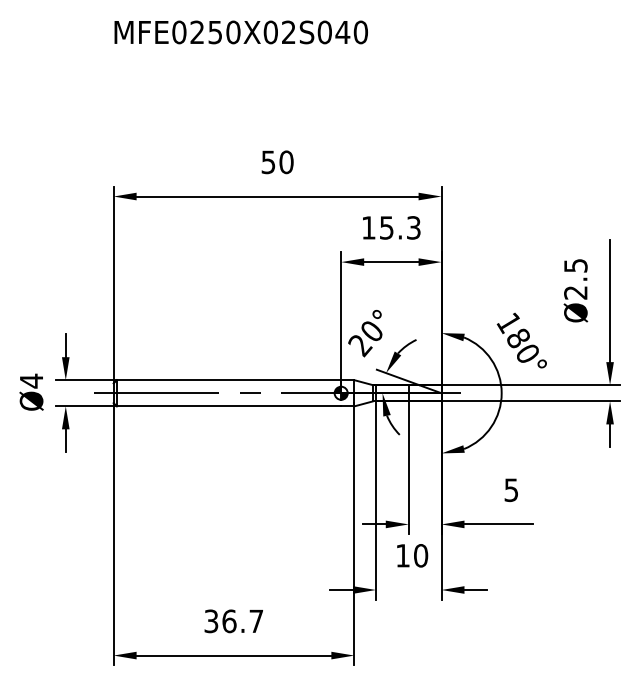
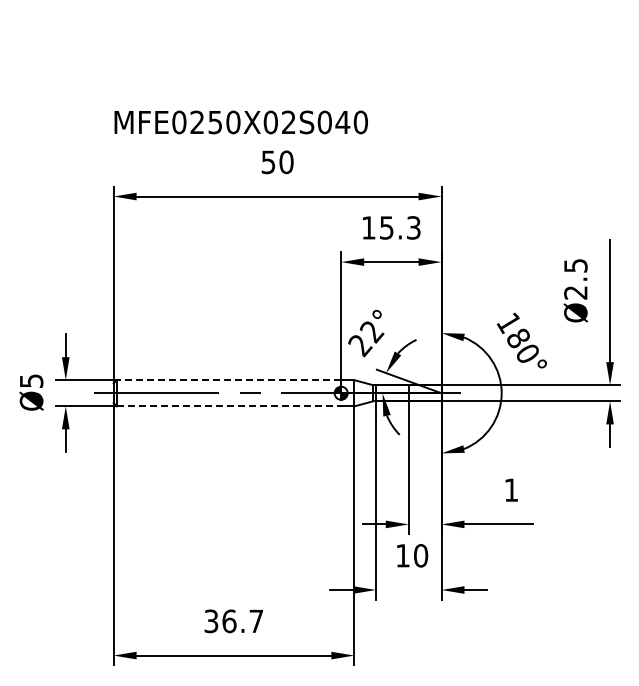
text at (240, 32) position: (240, 32) -> (240, 122)
text at (371, 332): 20° -> 22°
text at (31, 380): Ø4 -> Ø5
line at (228, 380): solid -> dashed
line at (229, 406): solid -> dashed
text at (510, 490): 5 -> 1
